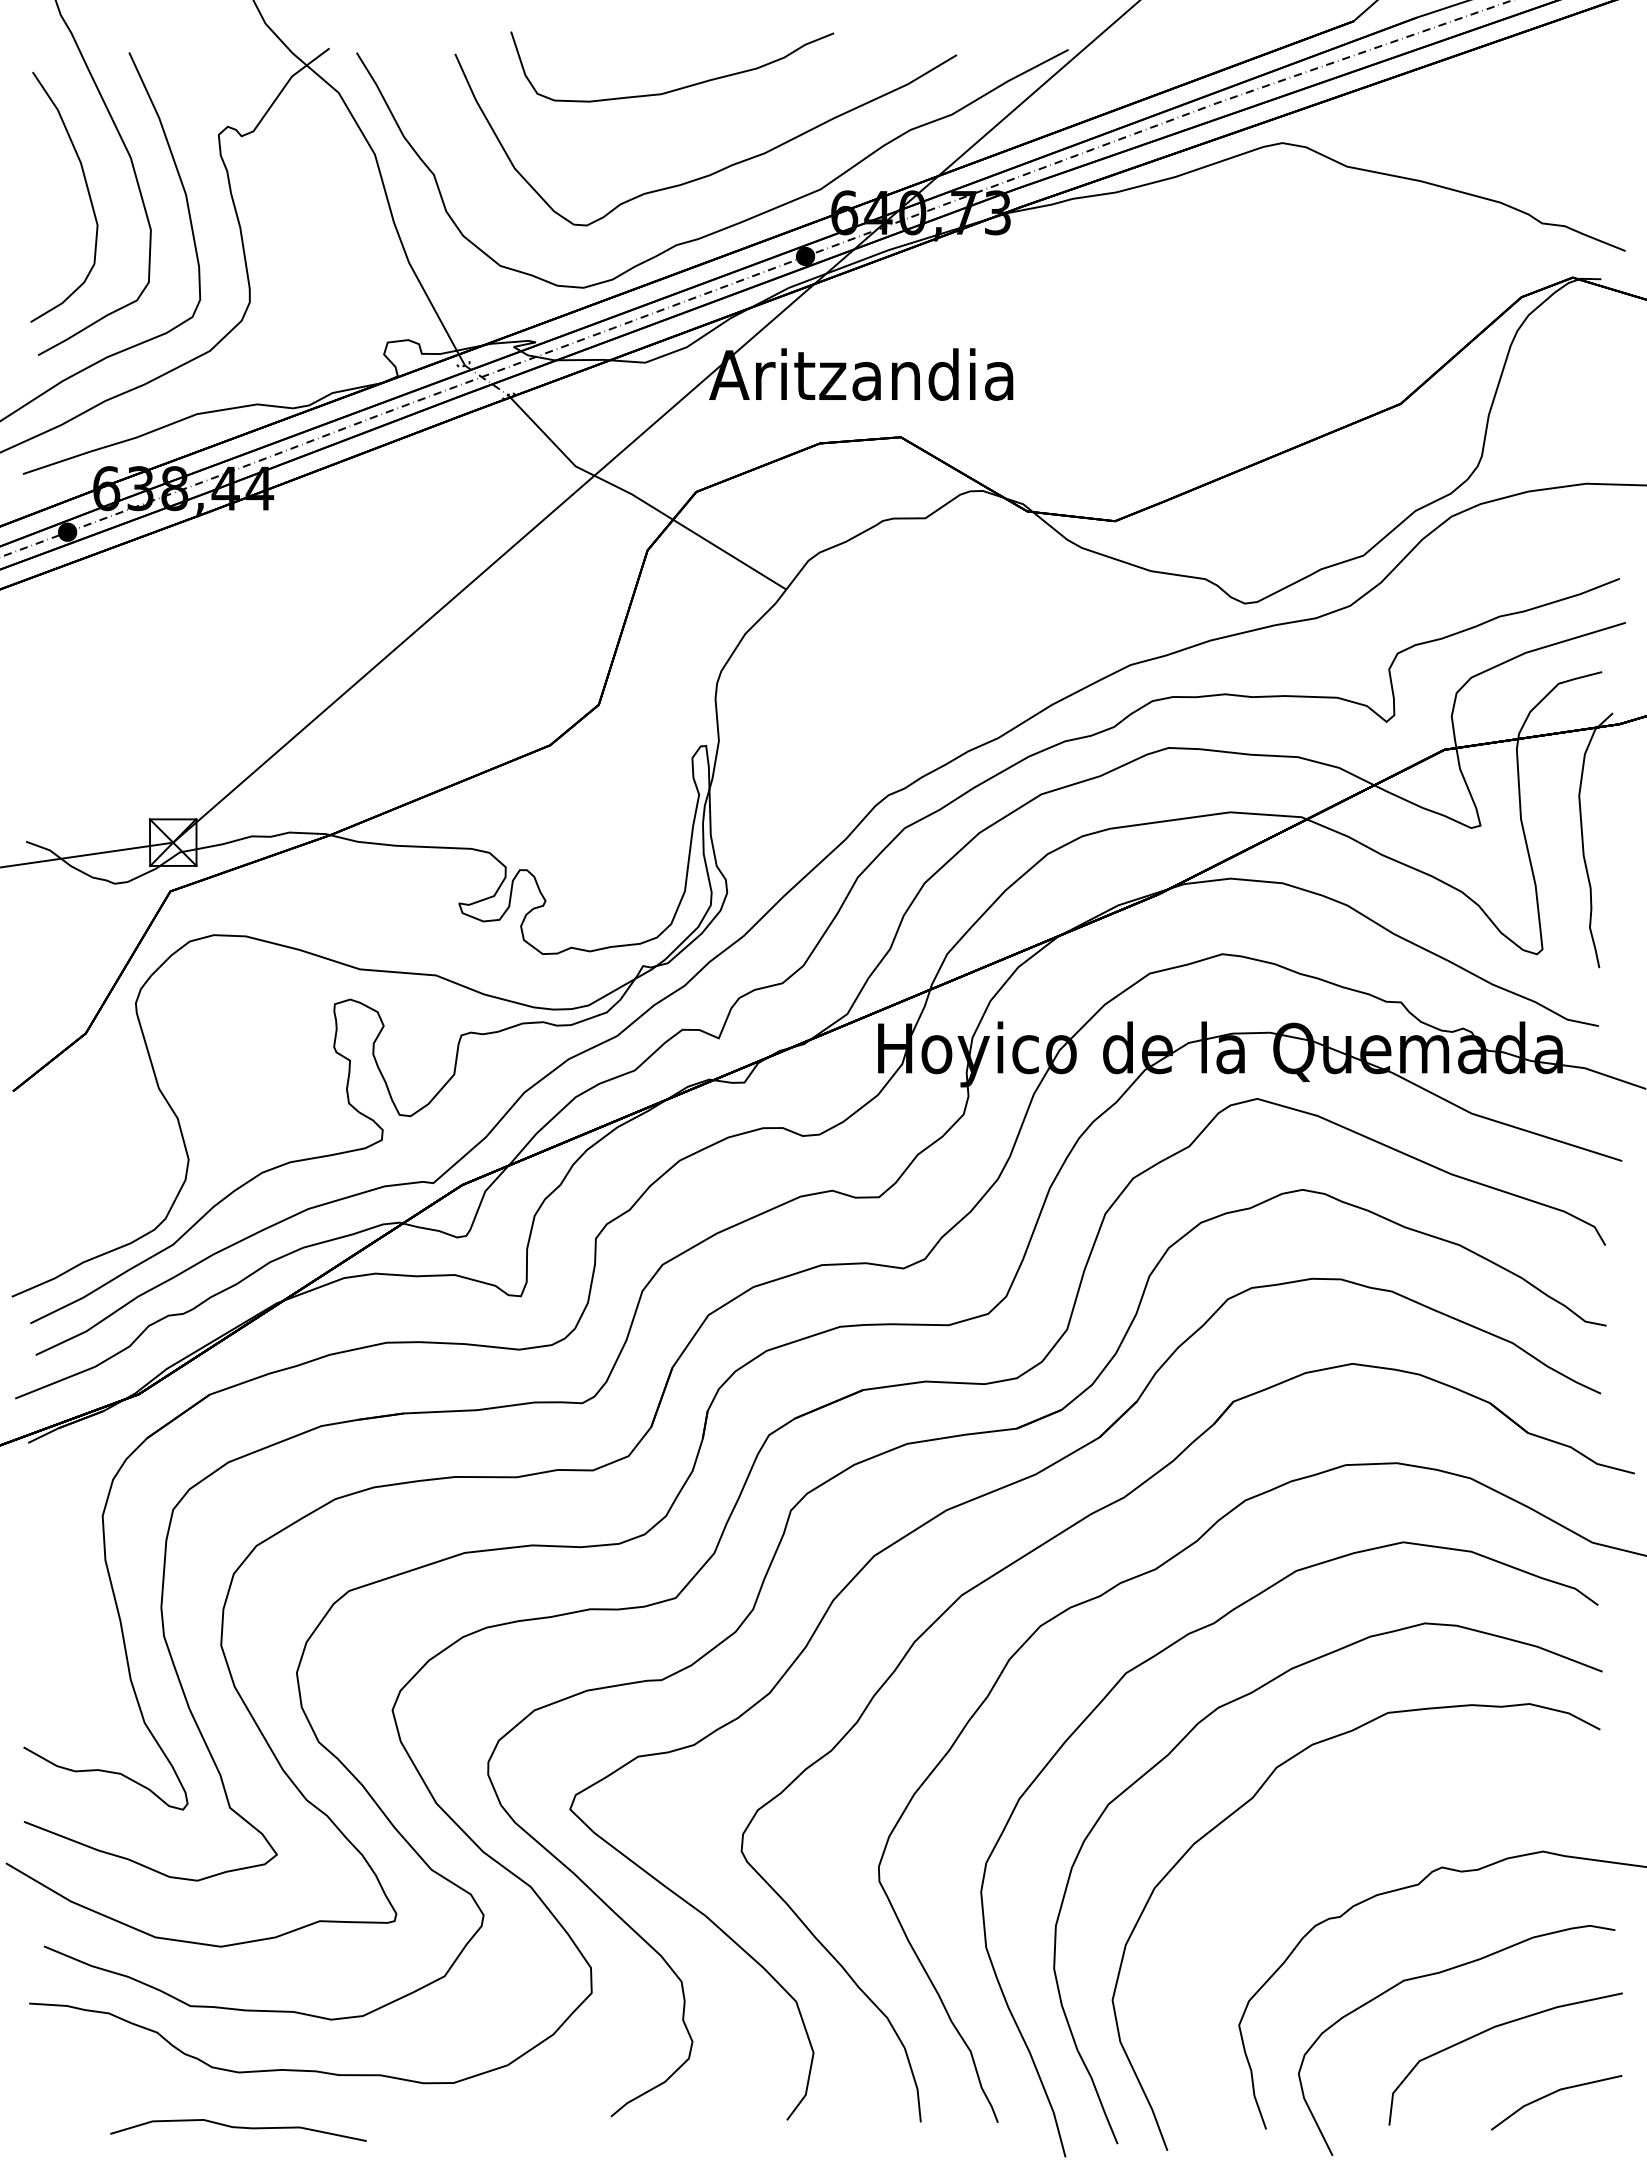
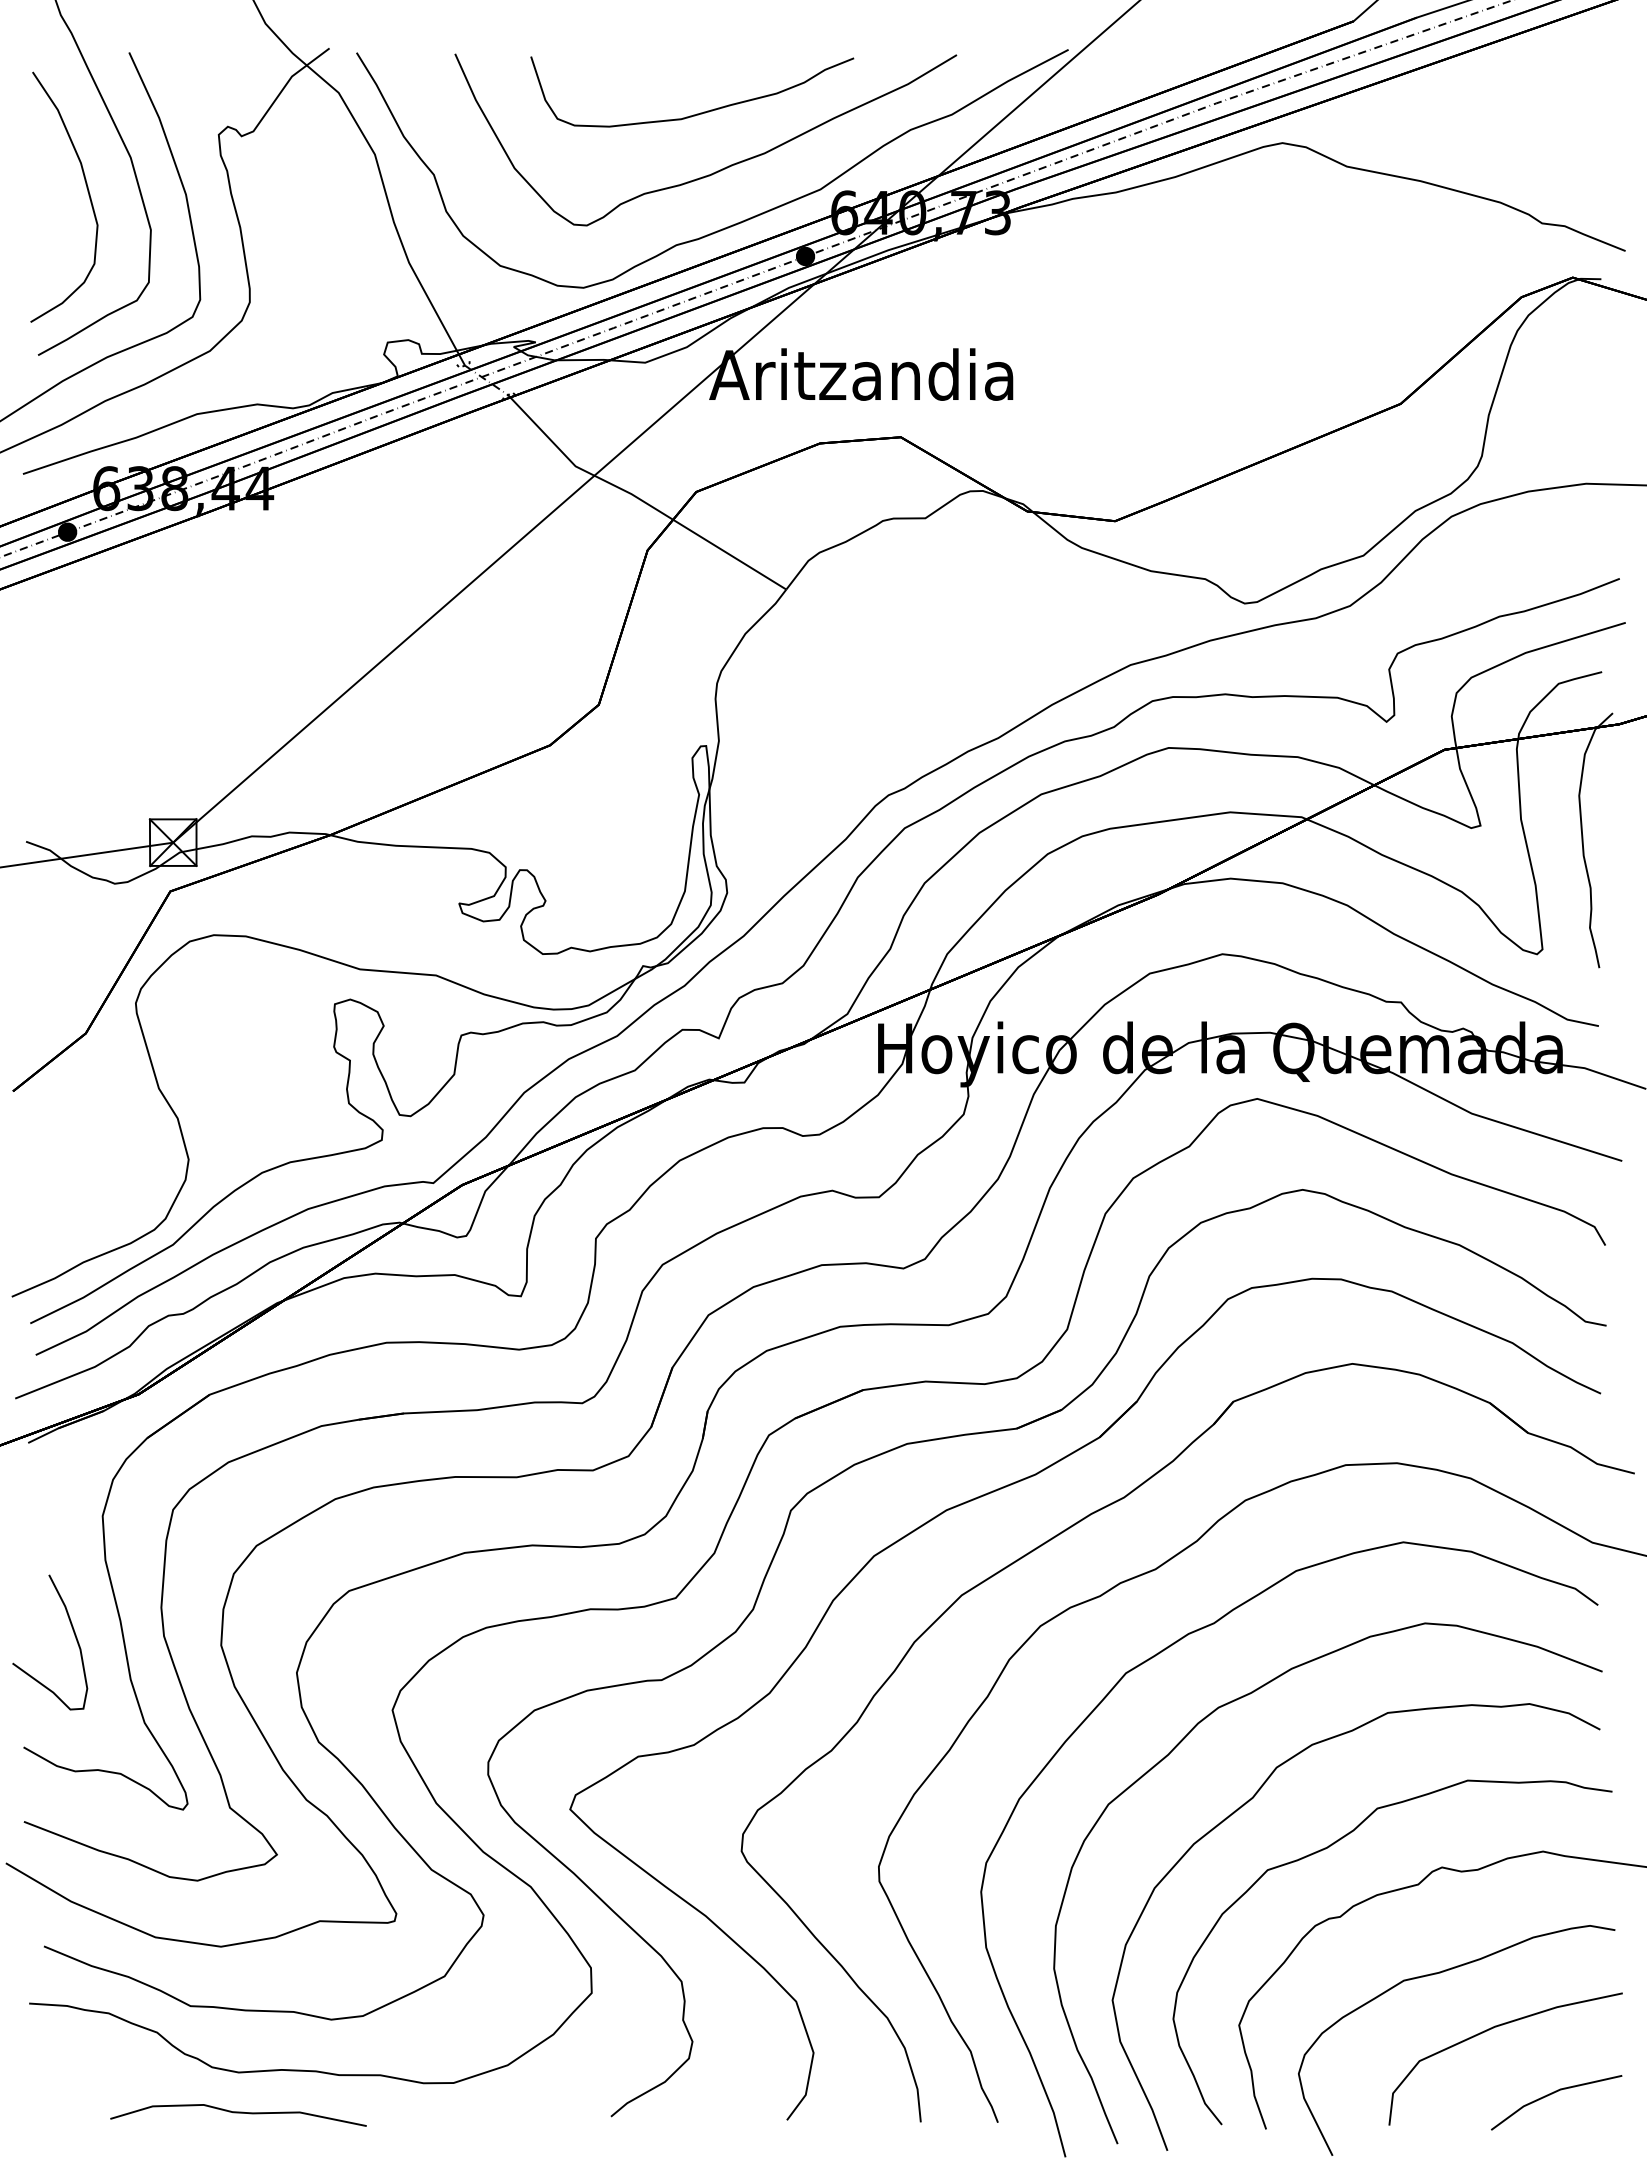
curve at (680, 87) position: (680, 87) -> (700, 112)
curve at (73, 1633): none -> present
curve at (1329, 1847): none -> present
curve at (238, 2128) position: (238, 2128) -> (238, 2113)
